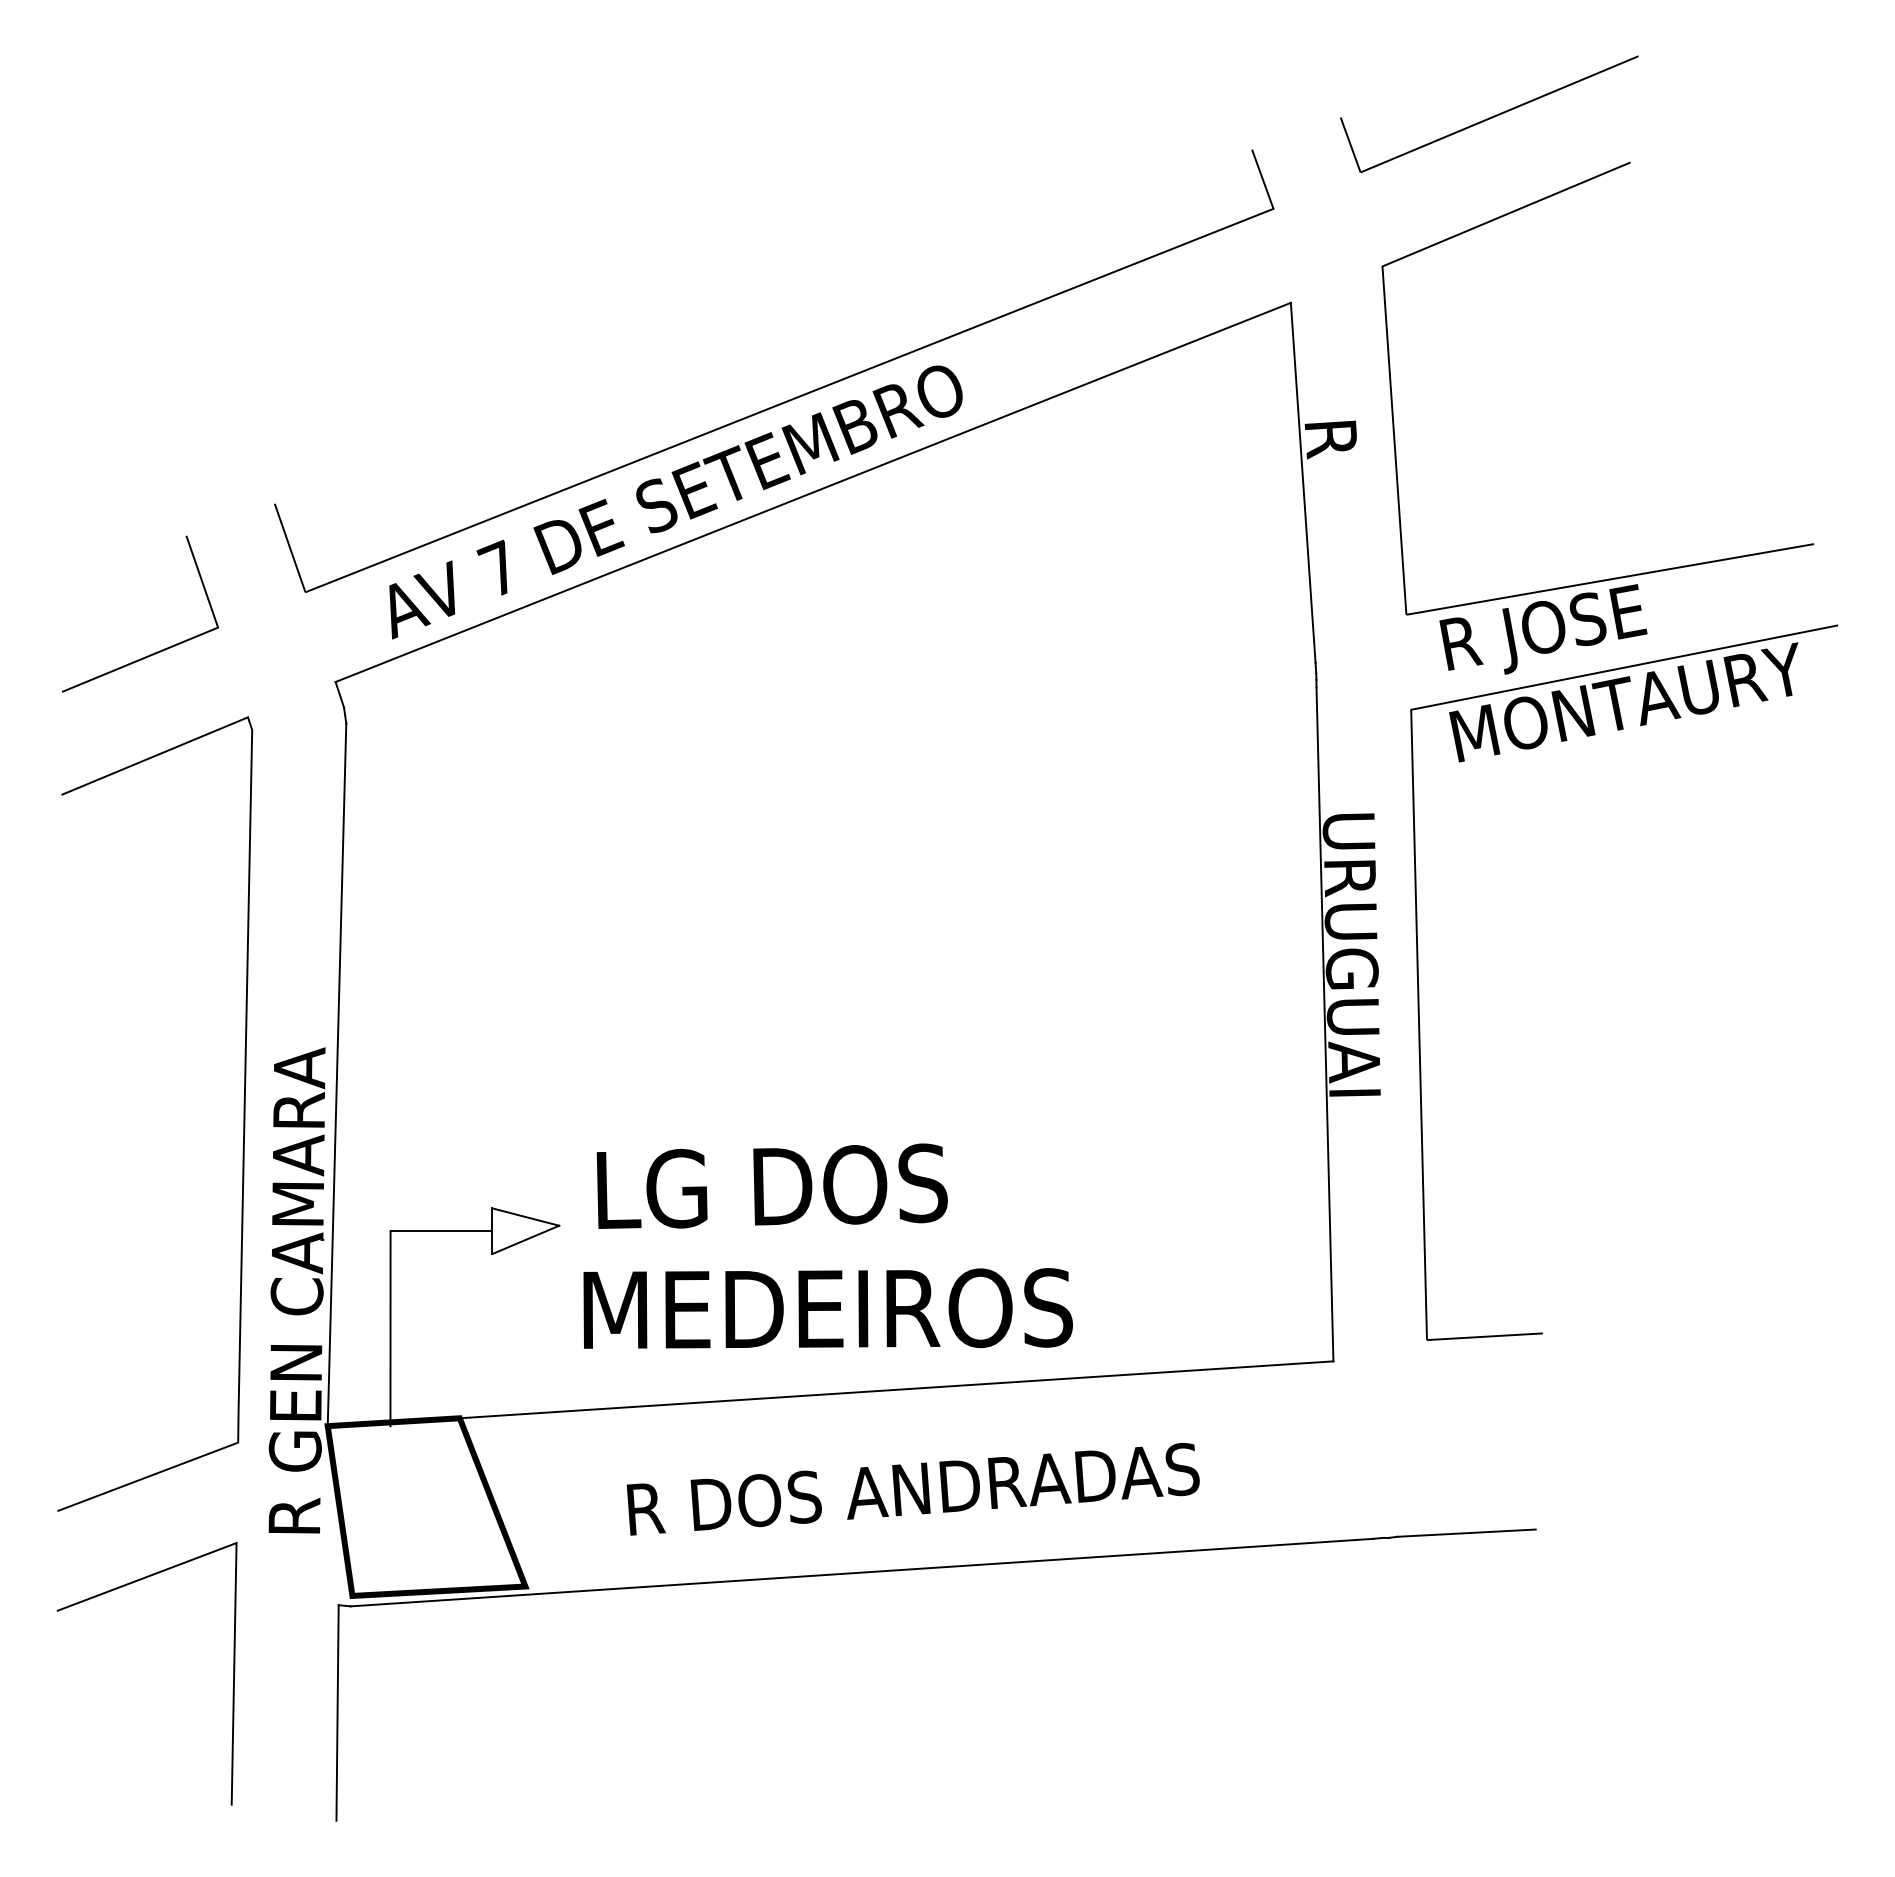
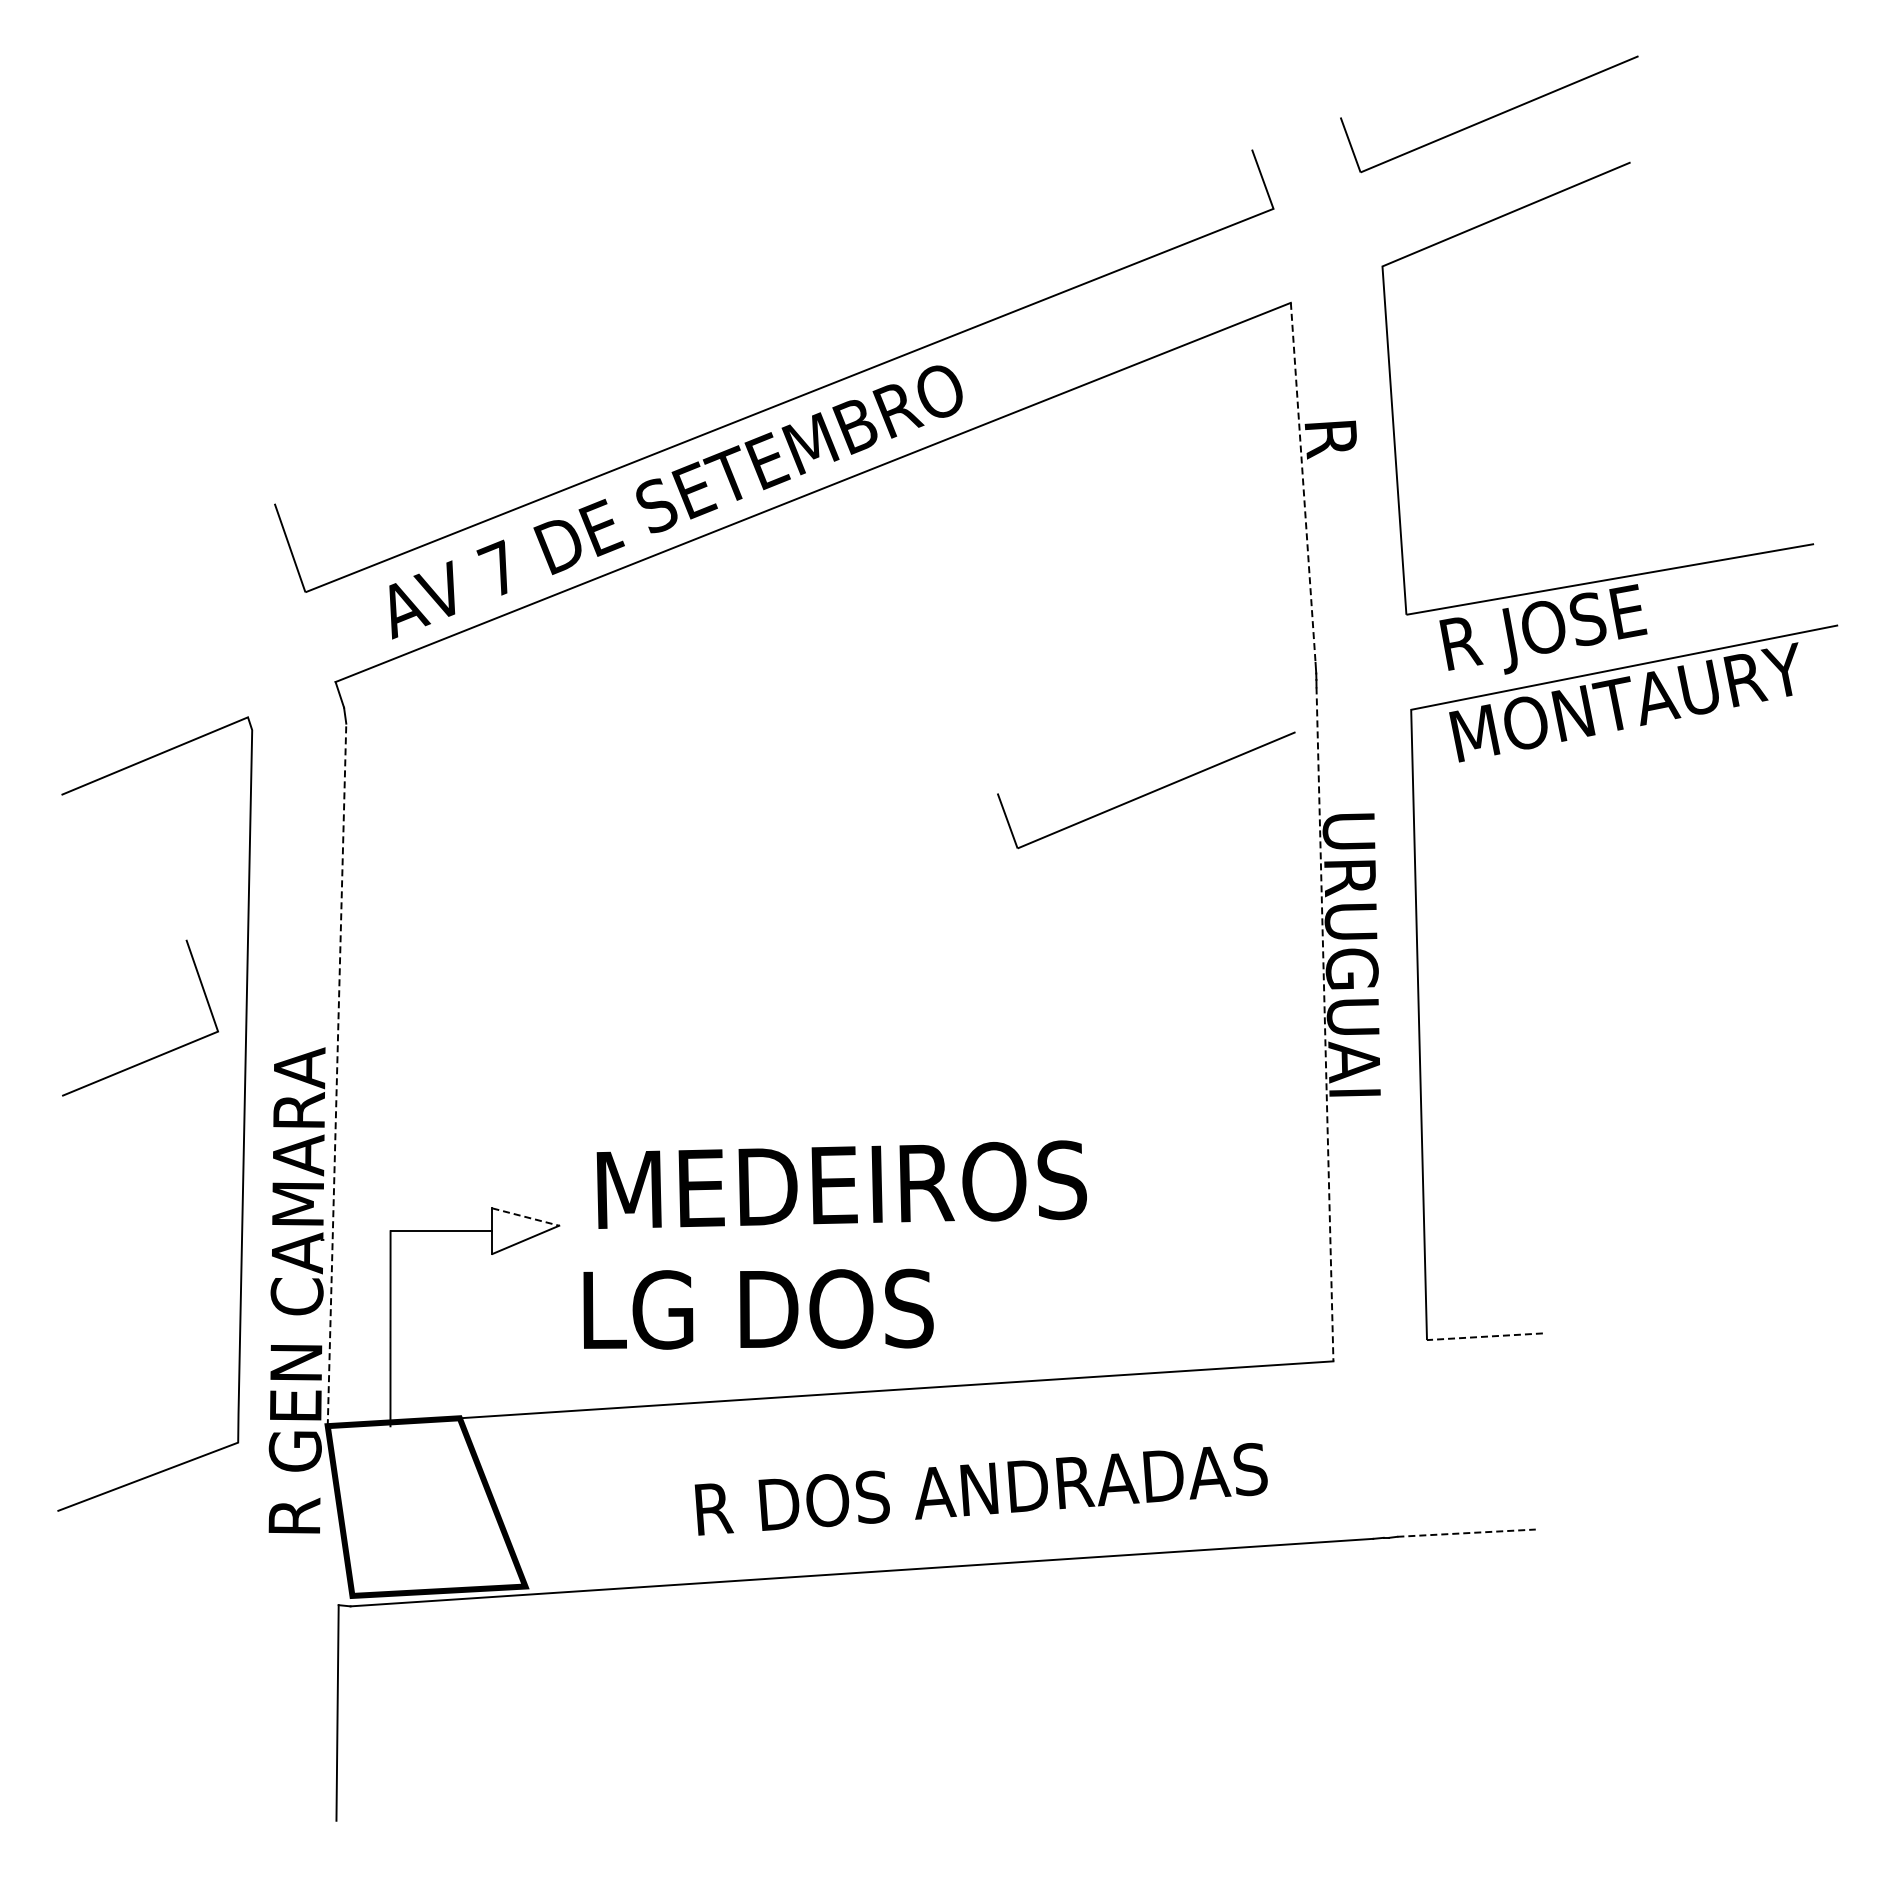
line at (1303, 483): solid -> dashed
line at (154, 652) position: (154, 652) -> (154, 1056)
part at (1146, 790): none -> present
line at (1324, 1024): solid -> dashed
line at (337, 1074): solid -> dashed
text at (846, 1184): LG DOS -> MEDEIROS
line at (525, 1217): solid -> dashed
text at (832, 1308): MEDEIROS -> LG DOS
line at (1484, 1336): solid -> dashed
text at (912, 1489) position: (912, 1489) -> (980, 1489)
line at (1467, 1533): solid -> dashed
line at (233, 1673): present -> none
